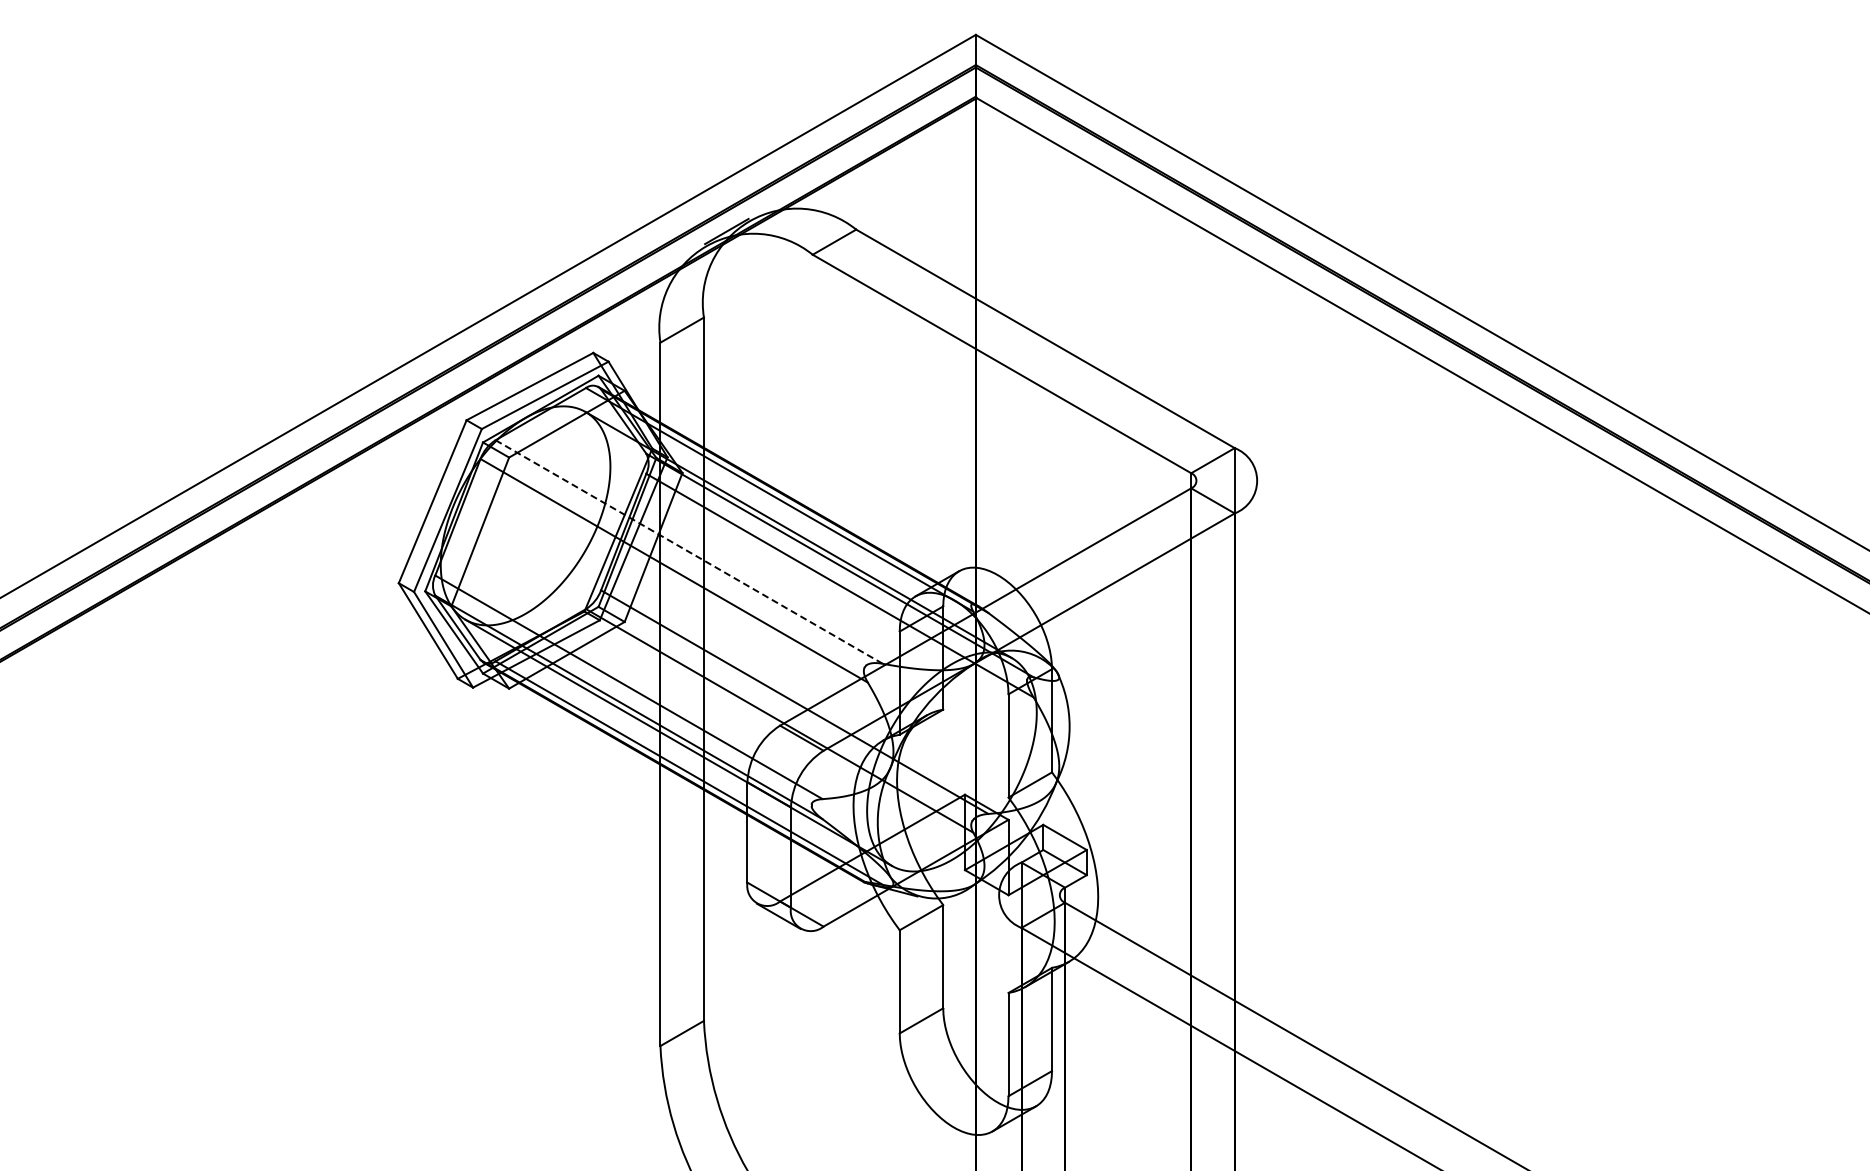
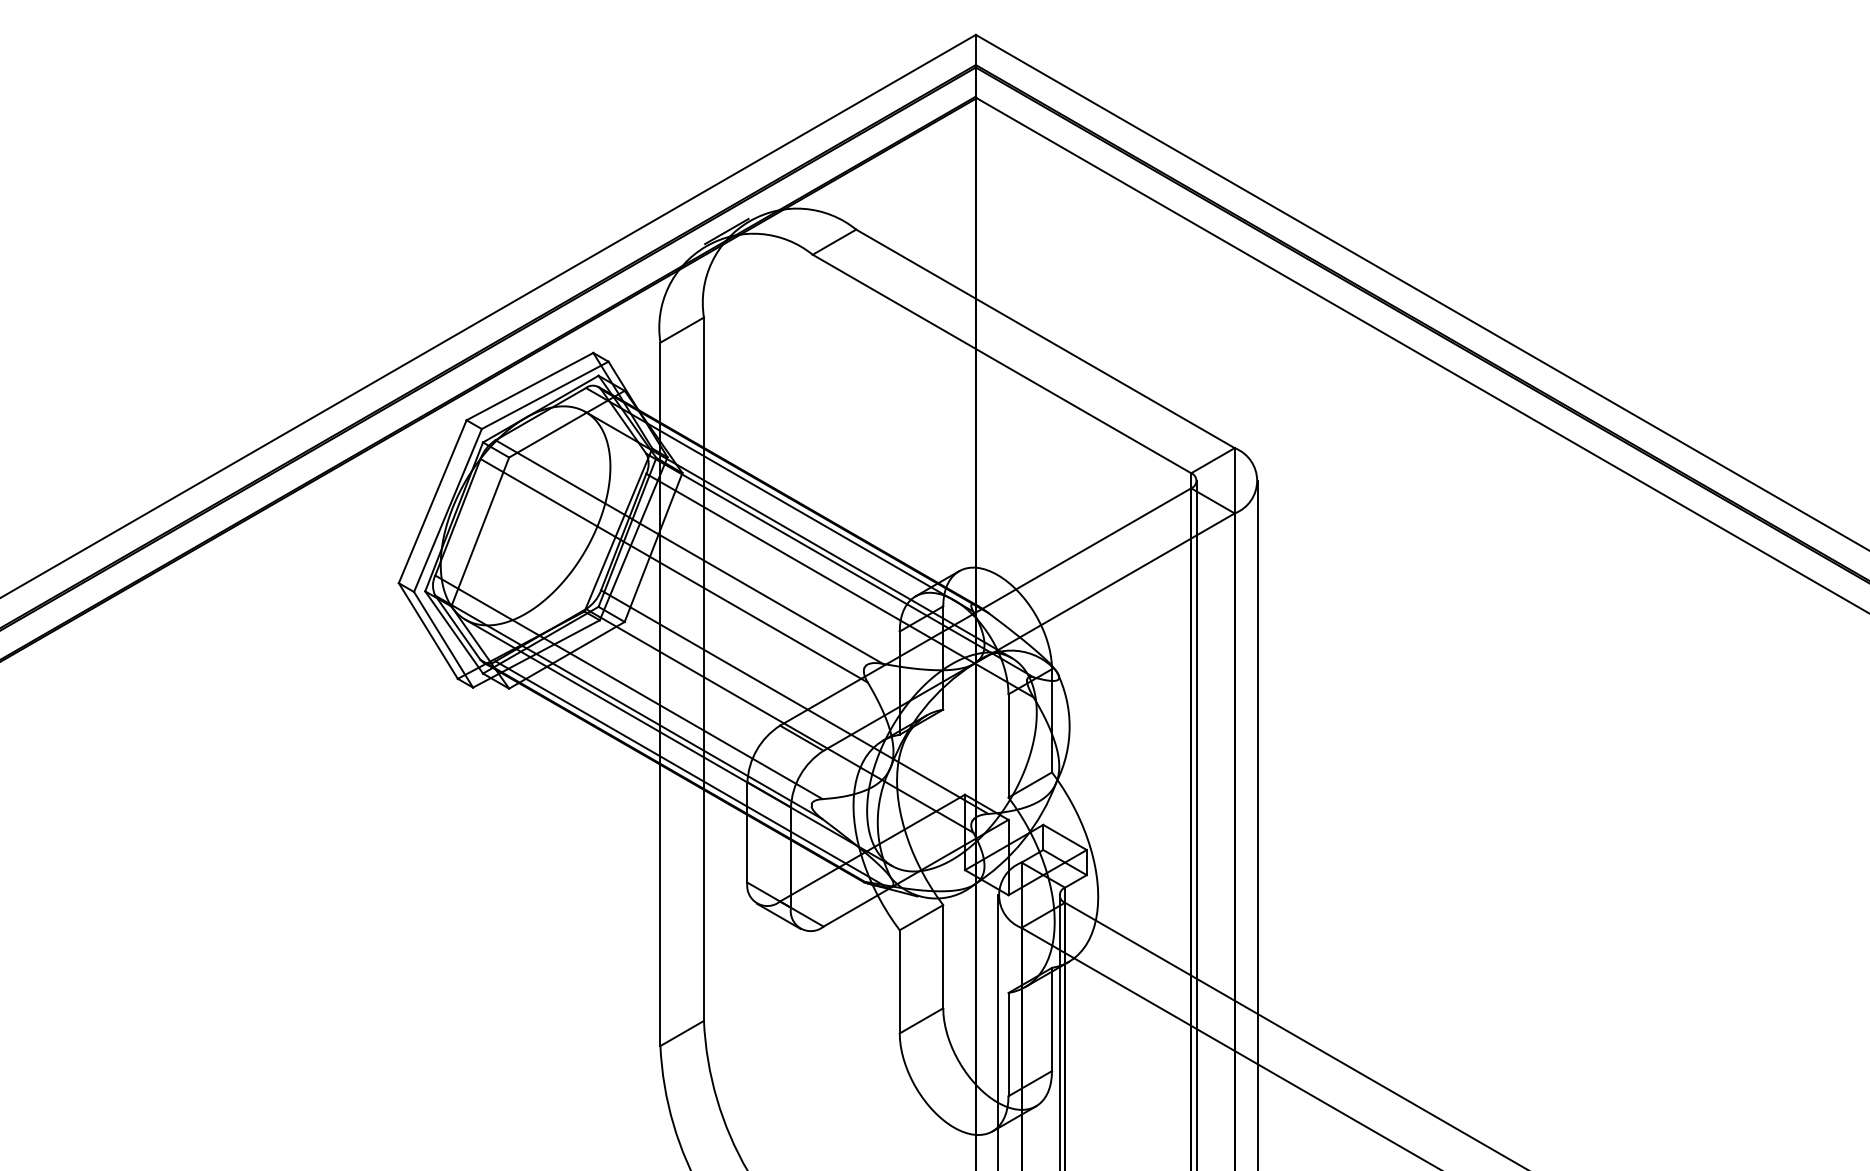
line at (689, 552): dashed -> solid
line at (1196, 823): none -> present
line at (1258, 823): none -> present
line at (998, 1031): none -> present
line at (1059, 1031): none -> present
